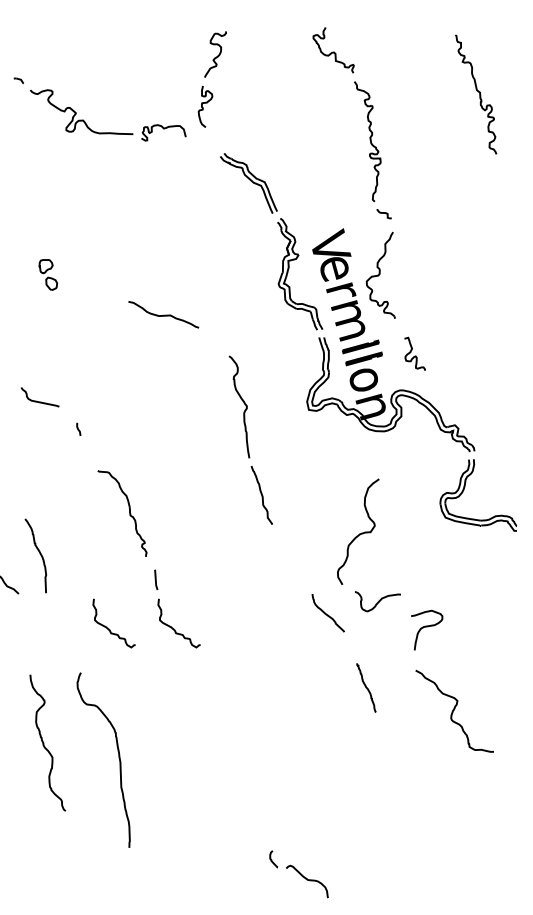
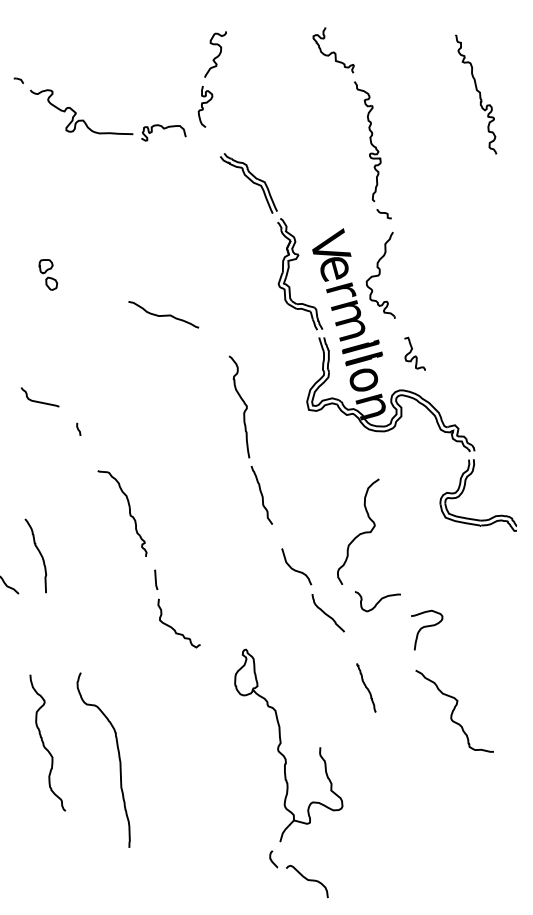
curve at (295, 569): none -> present
curve at (109, 628): present -> none
part at (281, 743): none -> present
